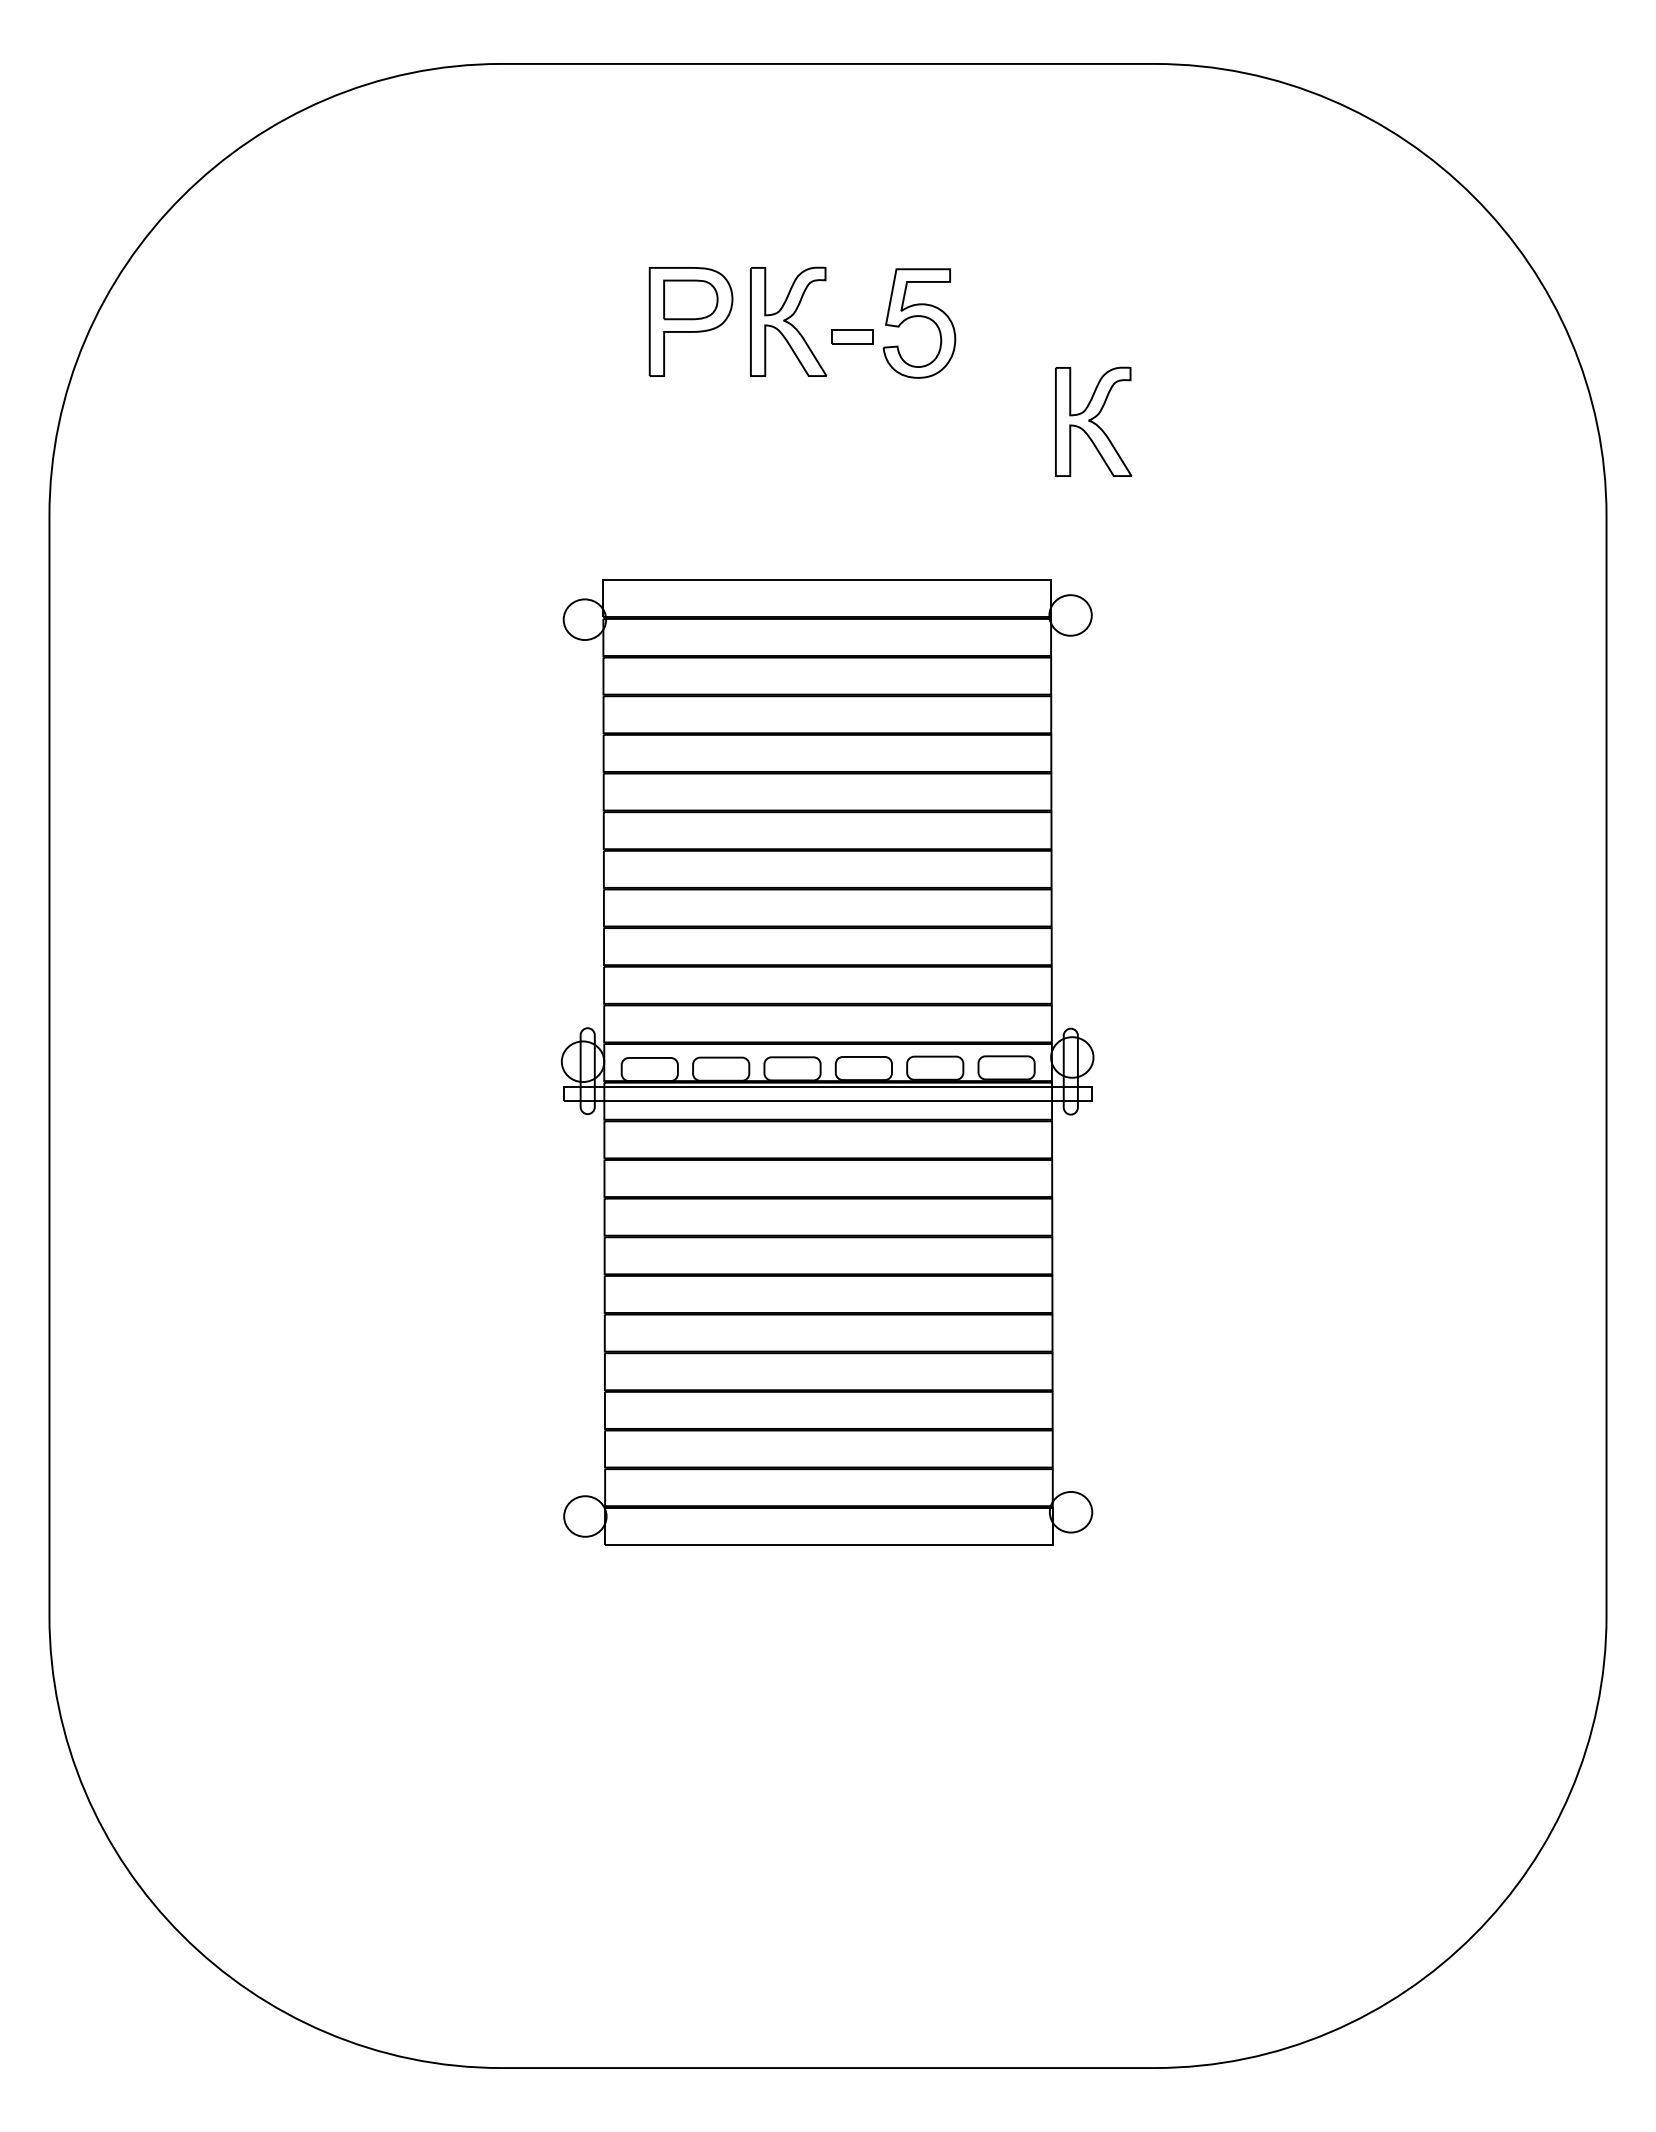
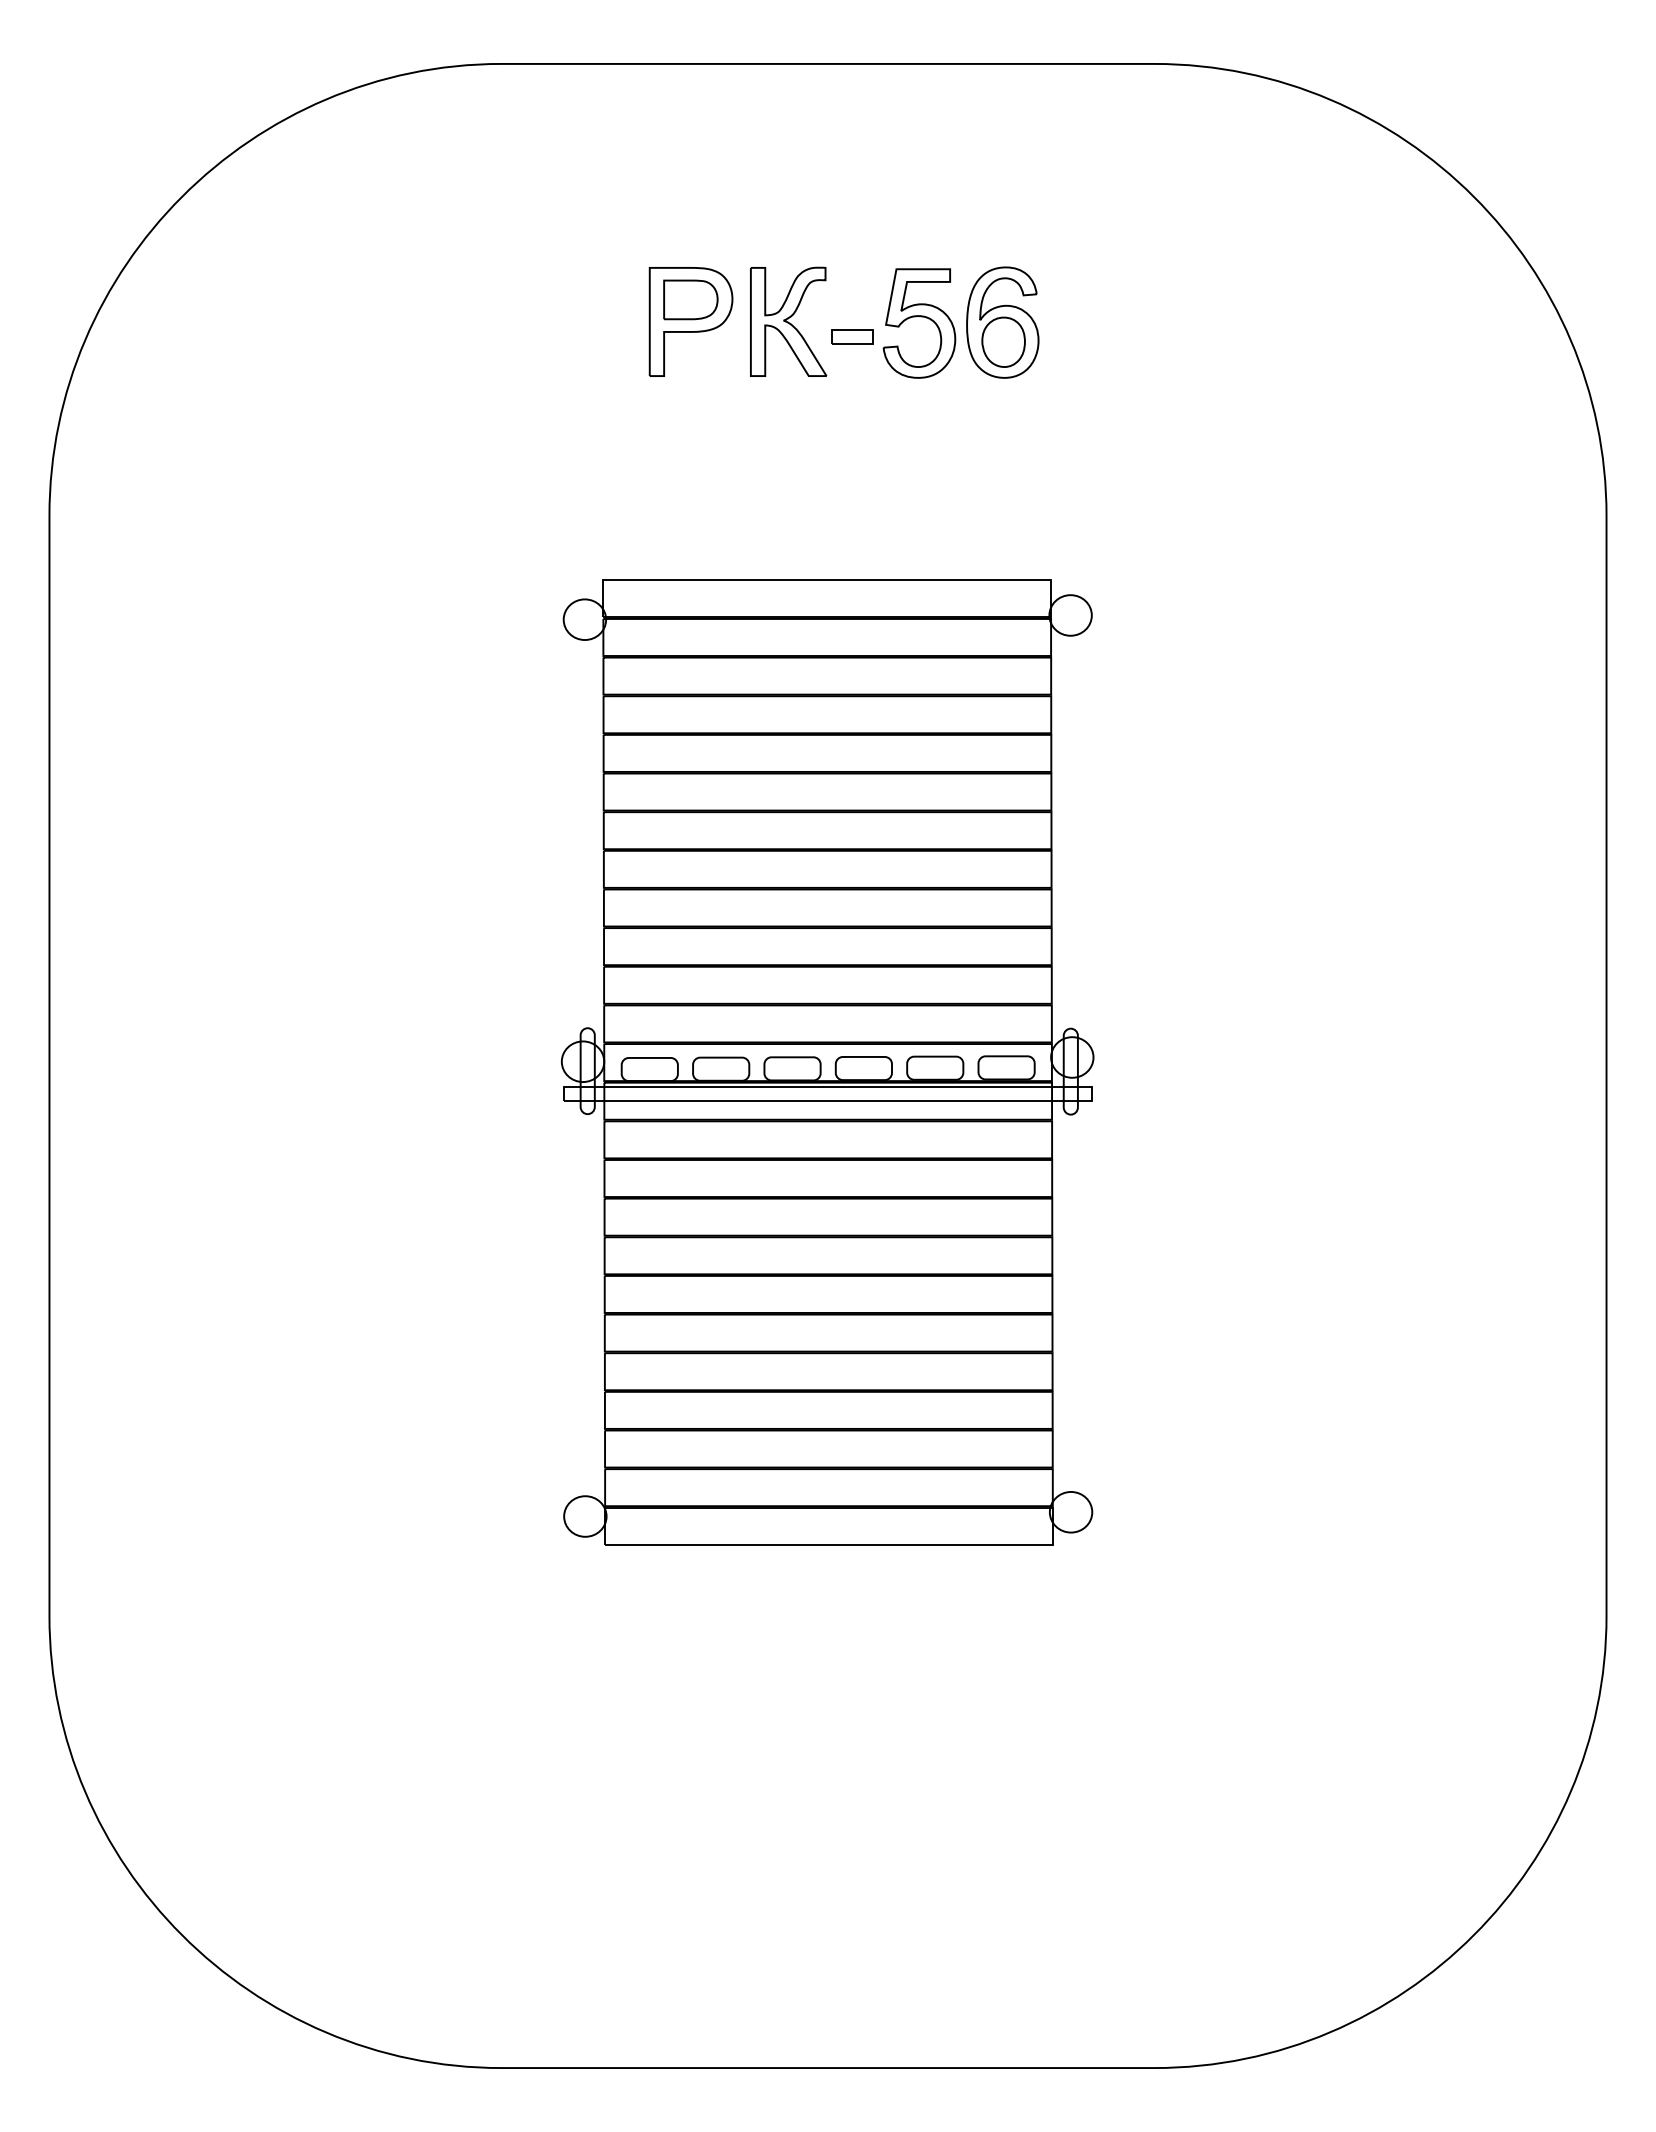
part at (1002, 322): none -> present
part at (1093, 421): present -> none
